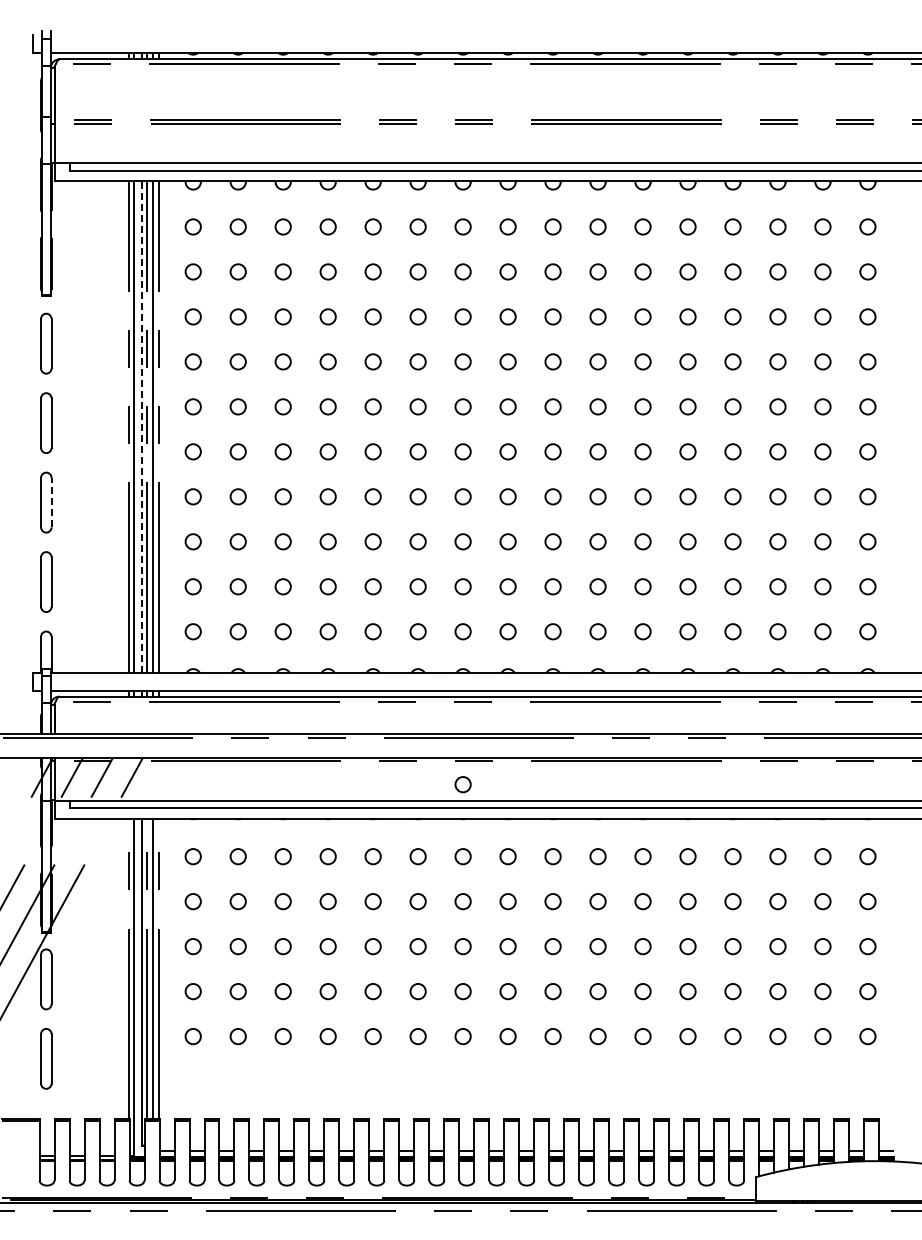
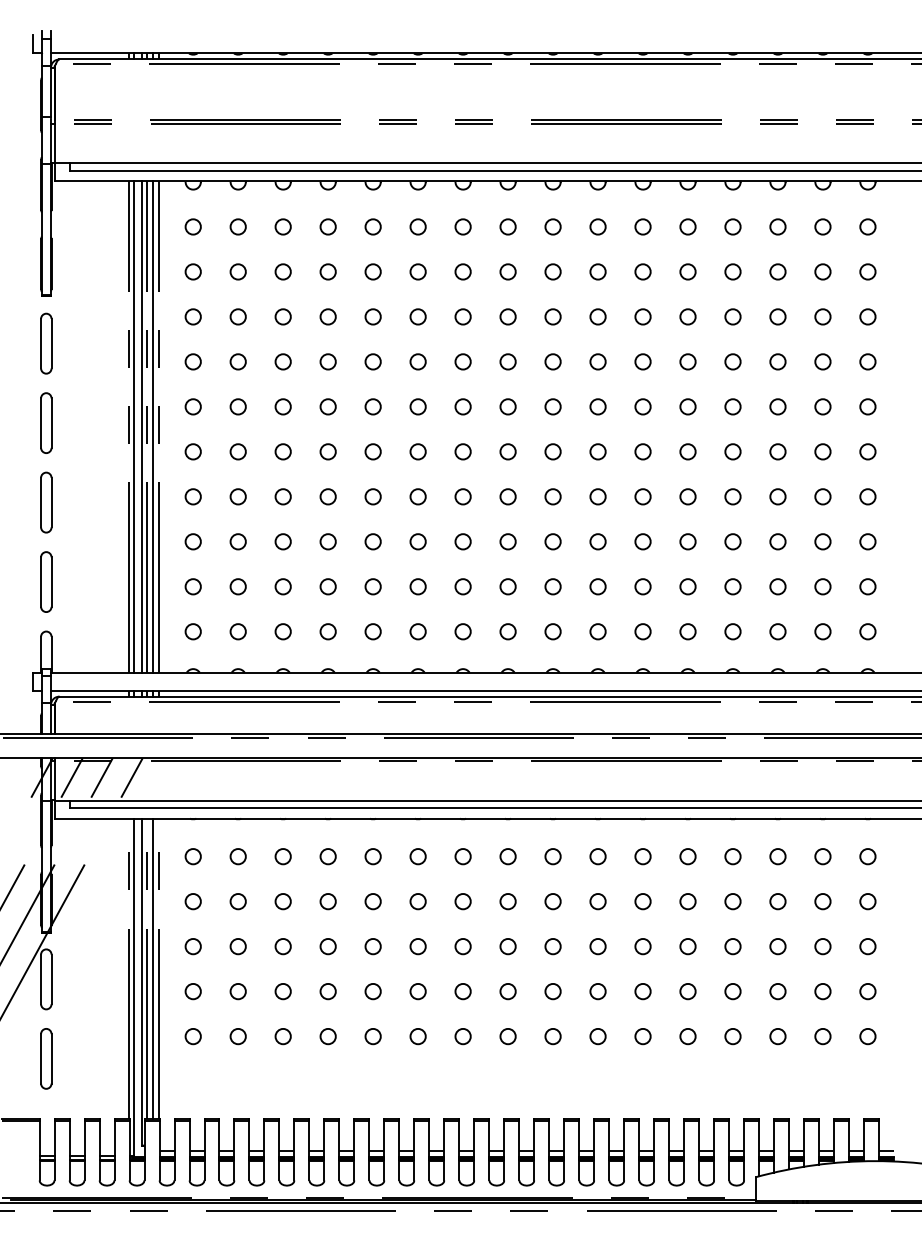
line at (142, 427): dashed -> solid
line at (51, 502): dashed -> solid
circle at (462, 784): present -> none
